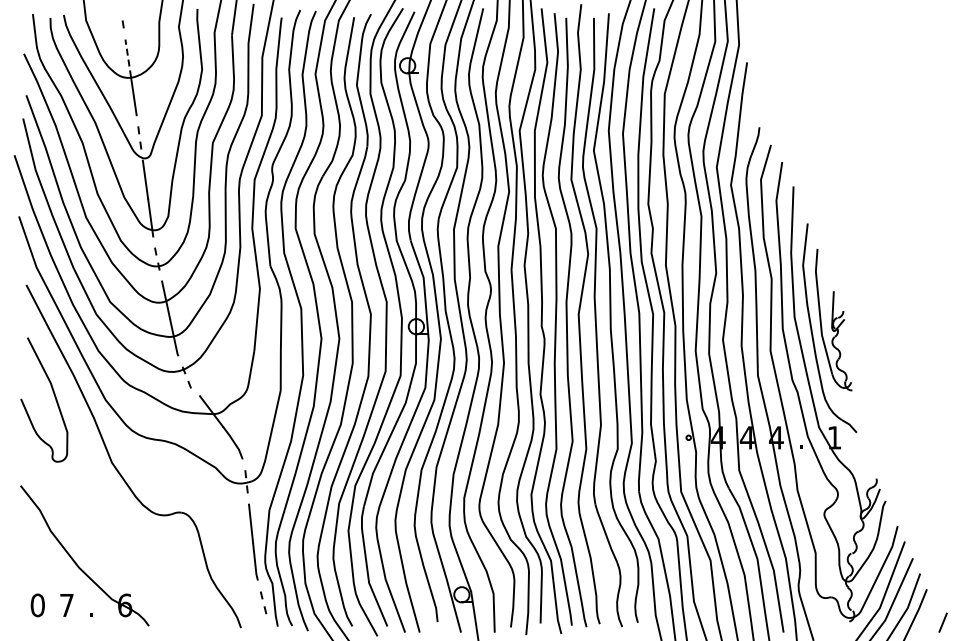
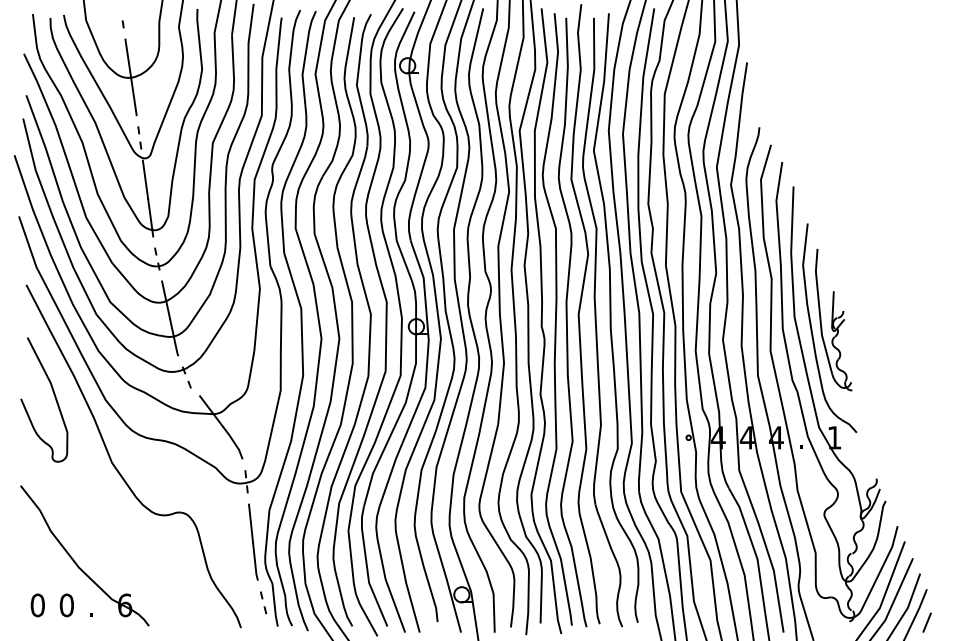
line at (128, 57): dashed -> solid
text at (66, 605): 7 -> 0
line at (942, 622) position: (942, 622) -> (926, 622)
